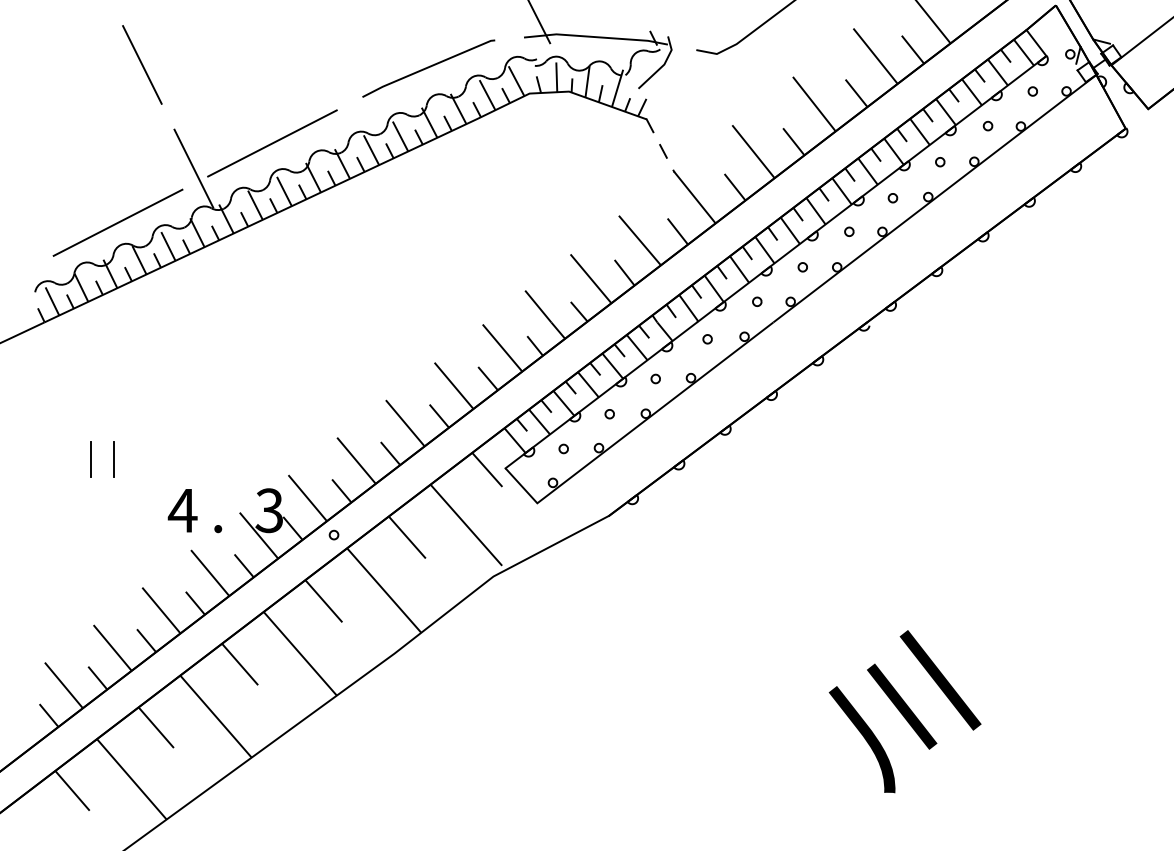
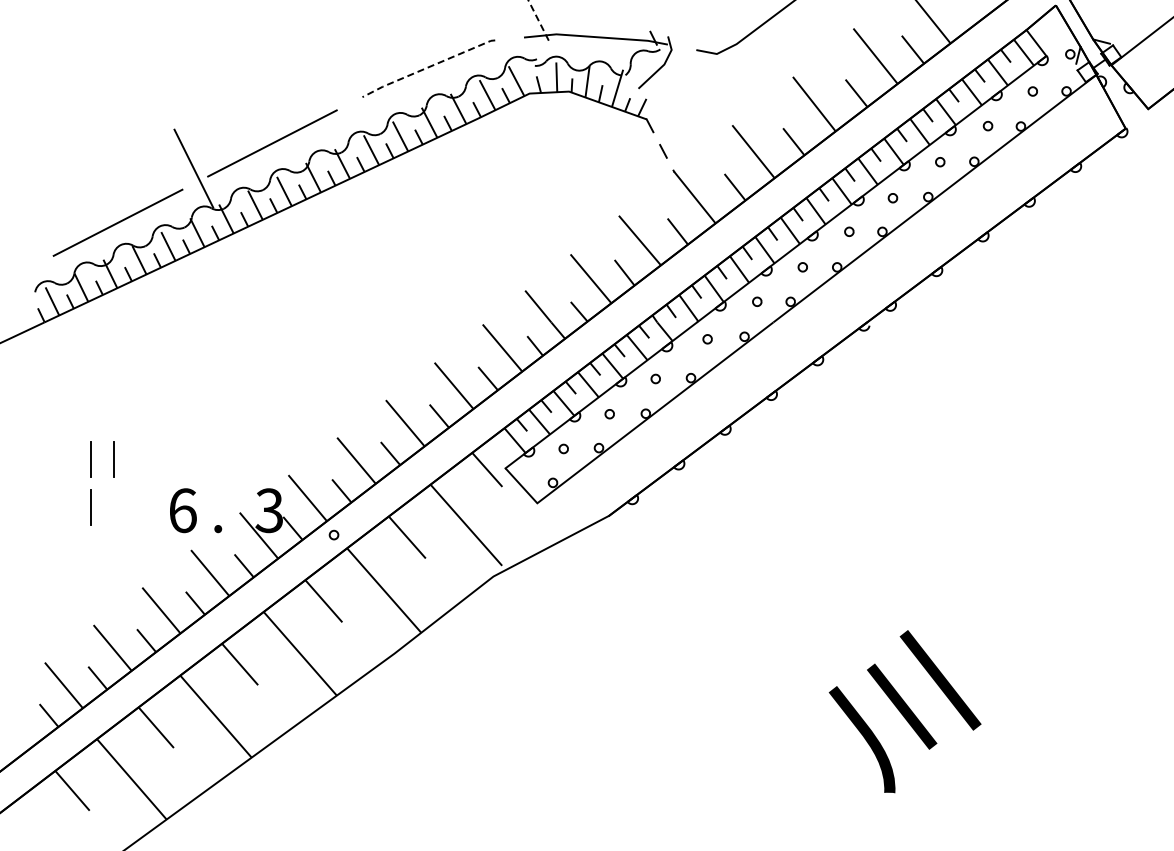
line at (539, 21): solid -> dashed
line at (142, 64): present -> none
line at (428, 67): solid -> dashed
line at (90, 507): none -> present
text at (182, 510): 4 -> 6
